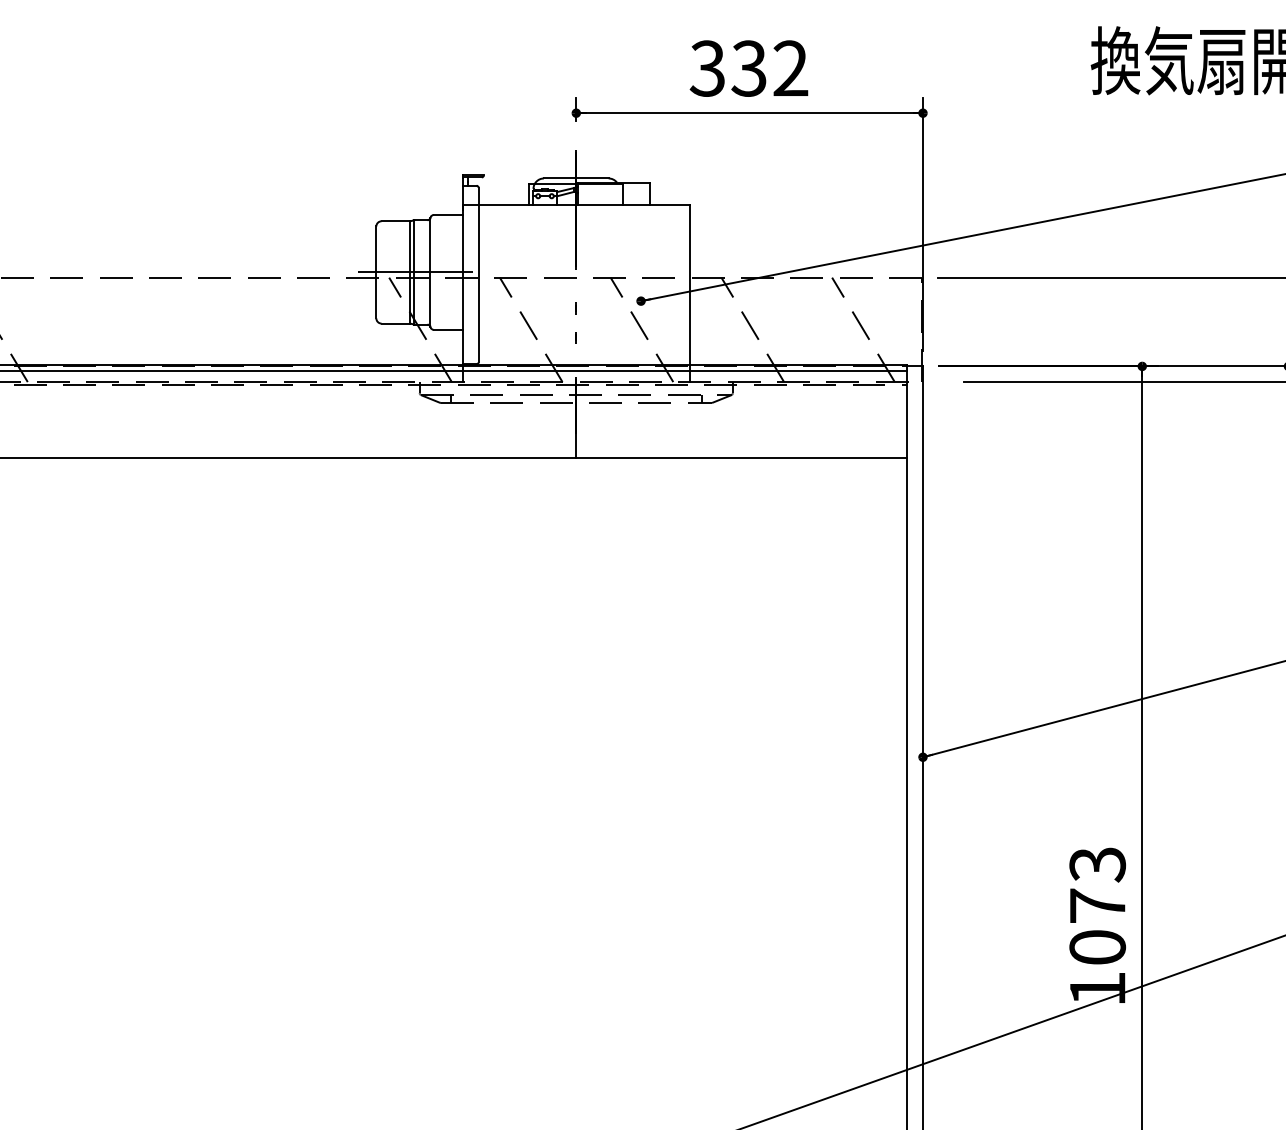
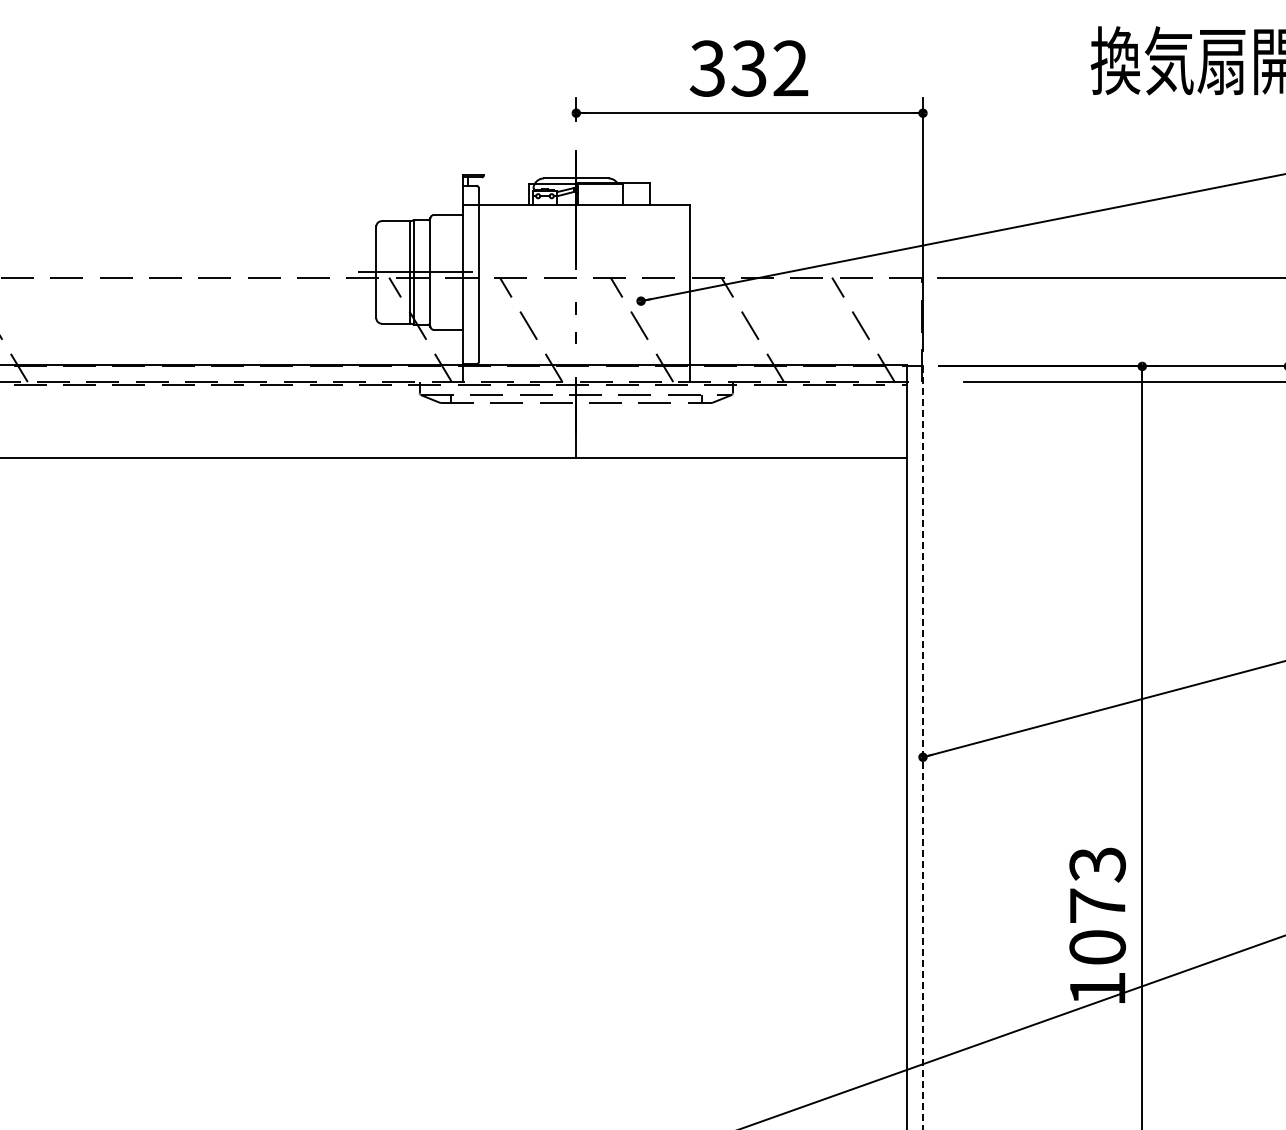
line at (454, 370): present -> none
line at (922, 748): solid -> dashed
